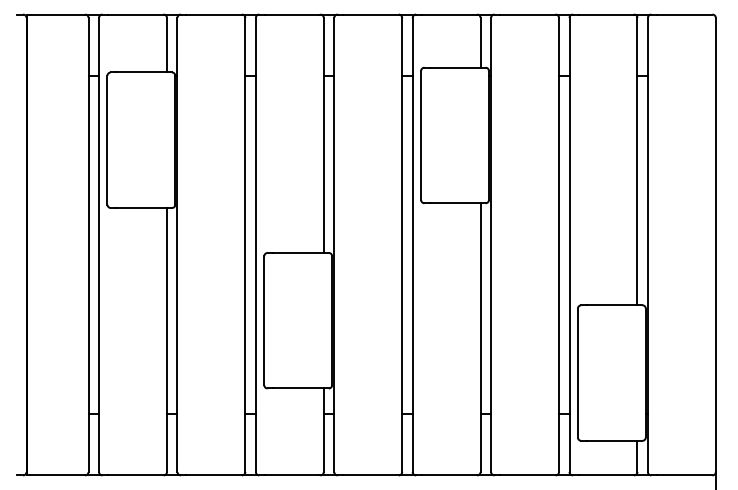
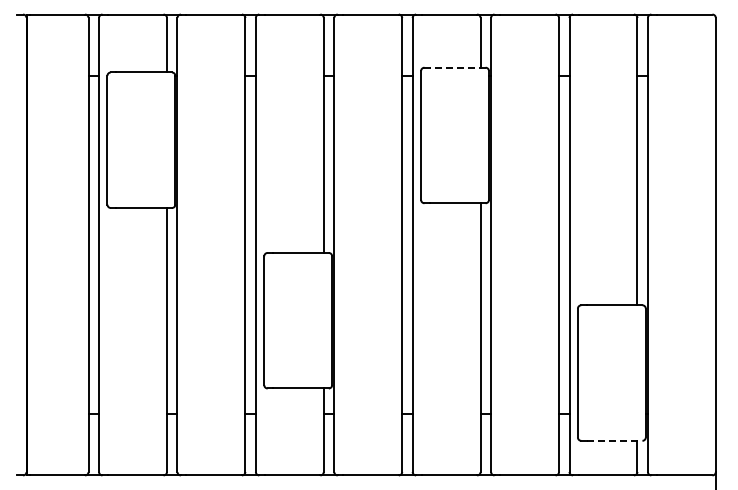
line at (457, 67): solid -> dashed
line at (614, 440): solid -> dashed
